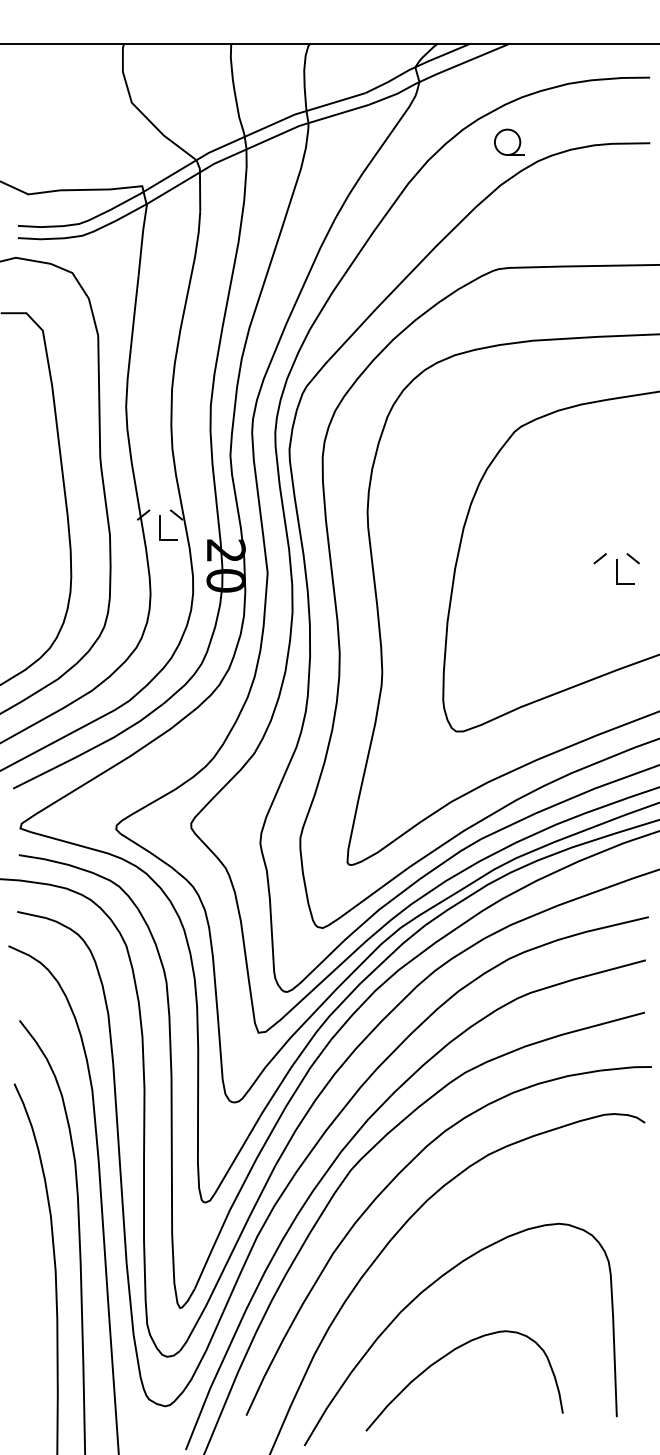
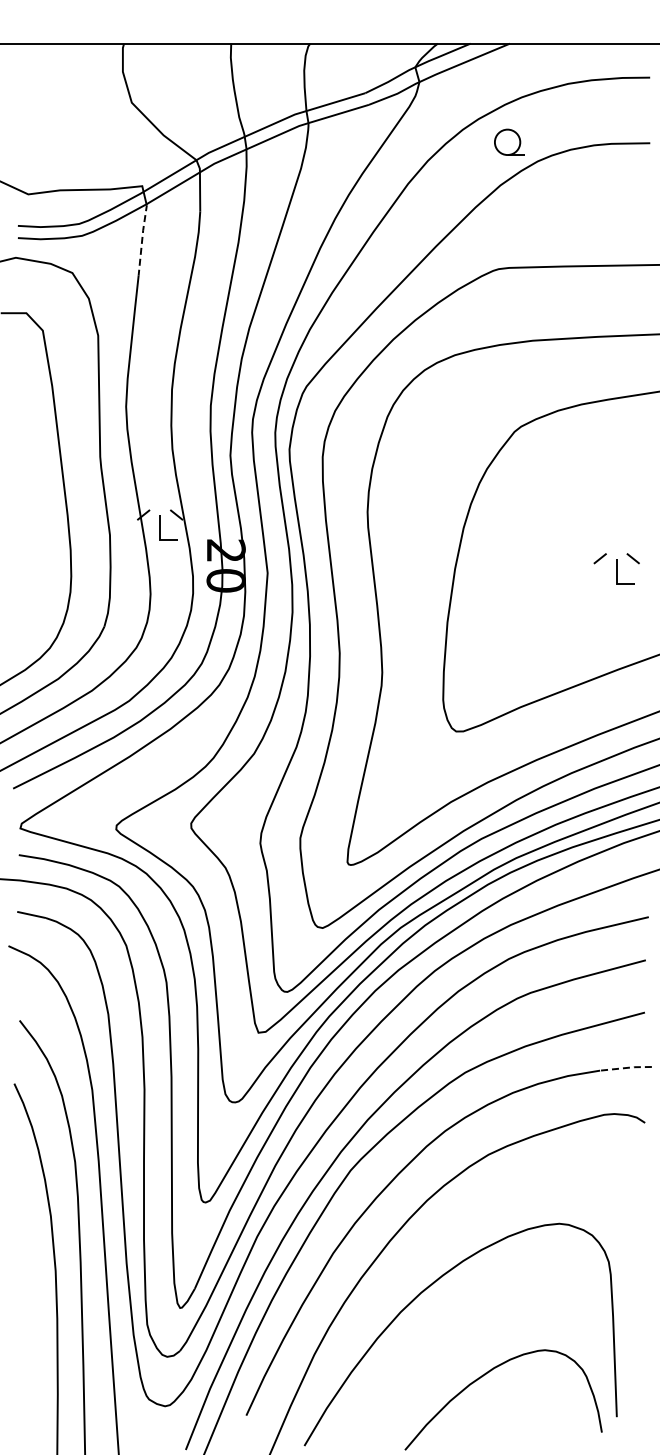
line at (142, 238): solid -> dashed
line at (626, 1067): solid -> dashed
curve at (446, 1356) position: (446, 1356) -> (485, 1375)
